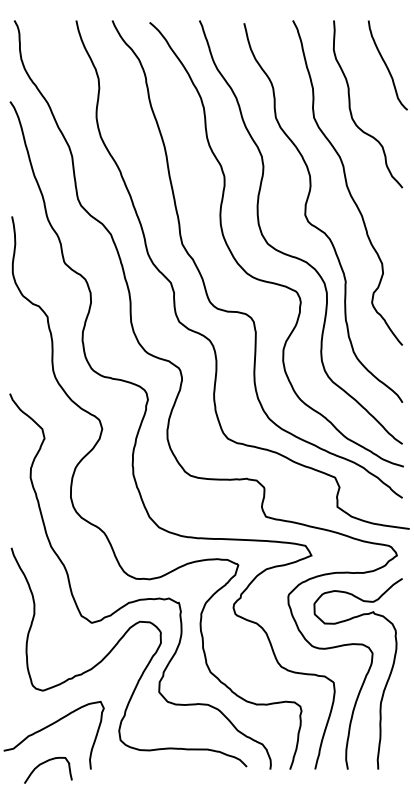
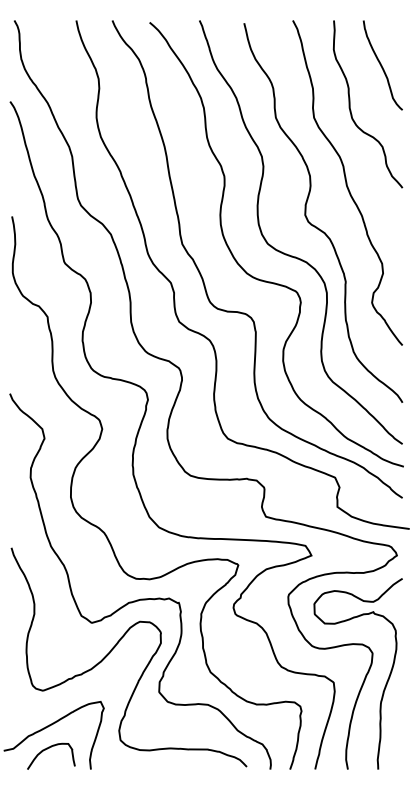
curve at (387, 65) position: (387, 65) -> (382, 65)
curve at (44, 763) position: (44, 763) -> (47, 749)
